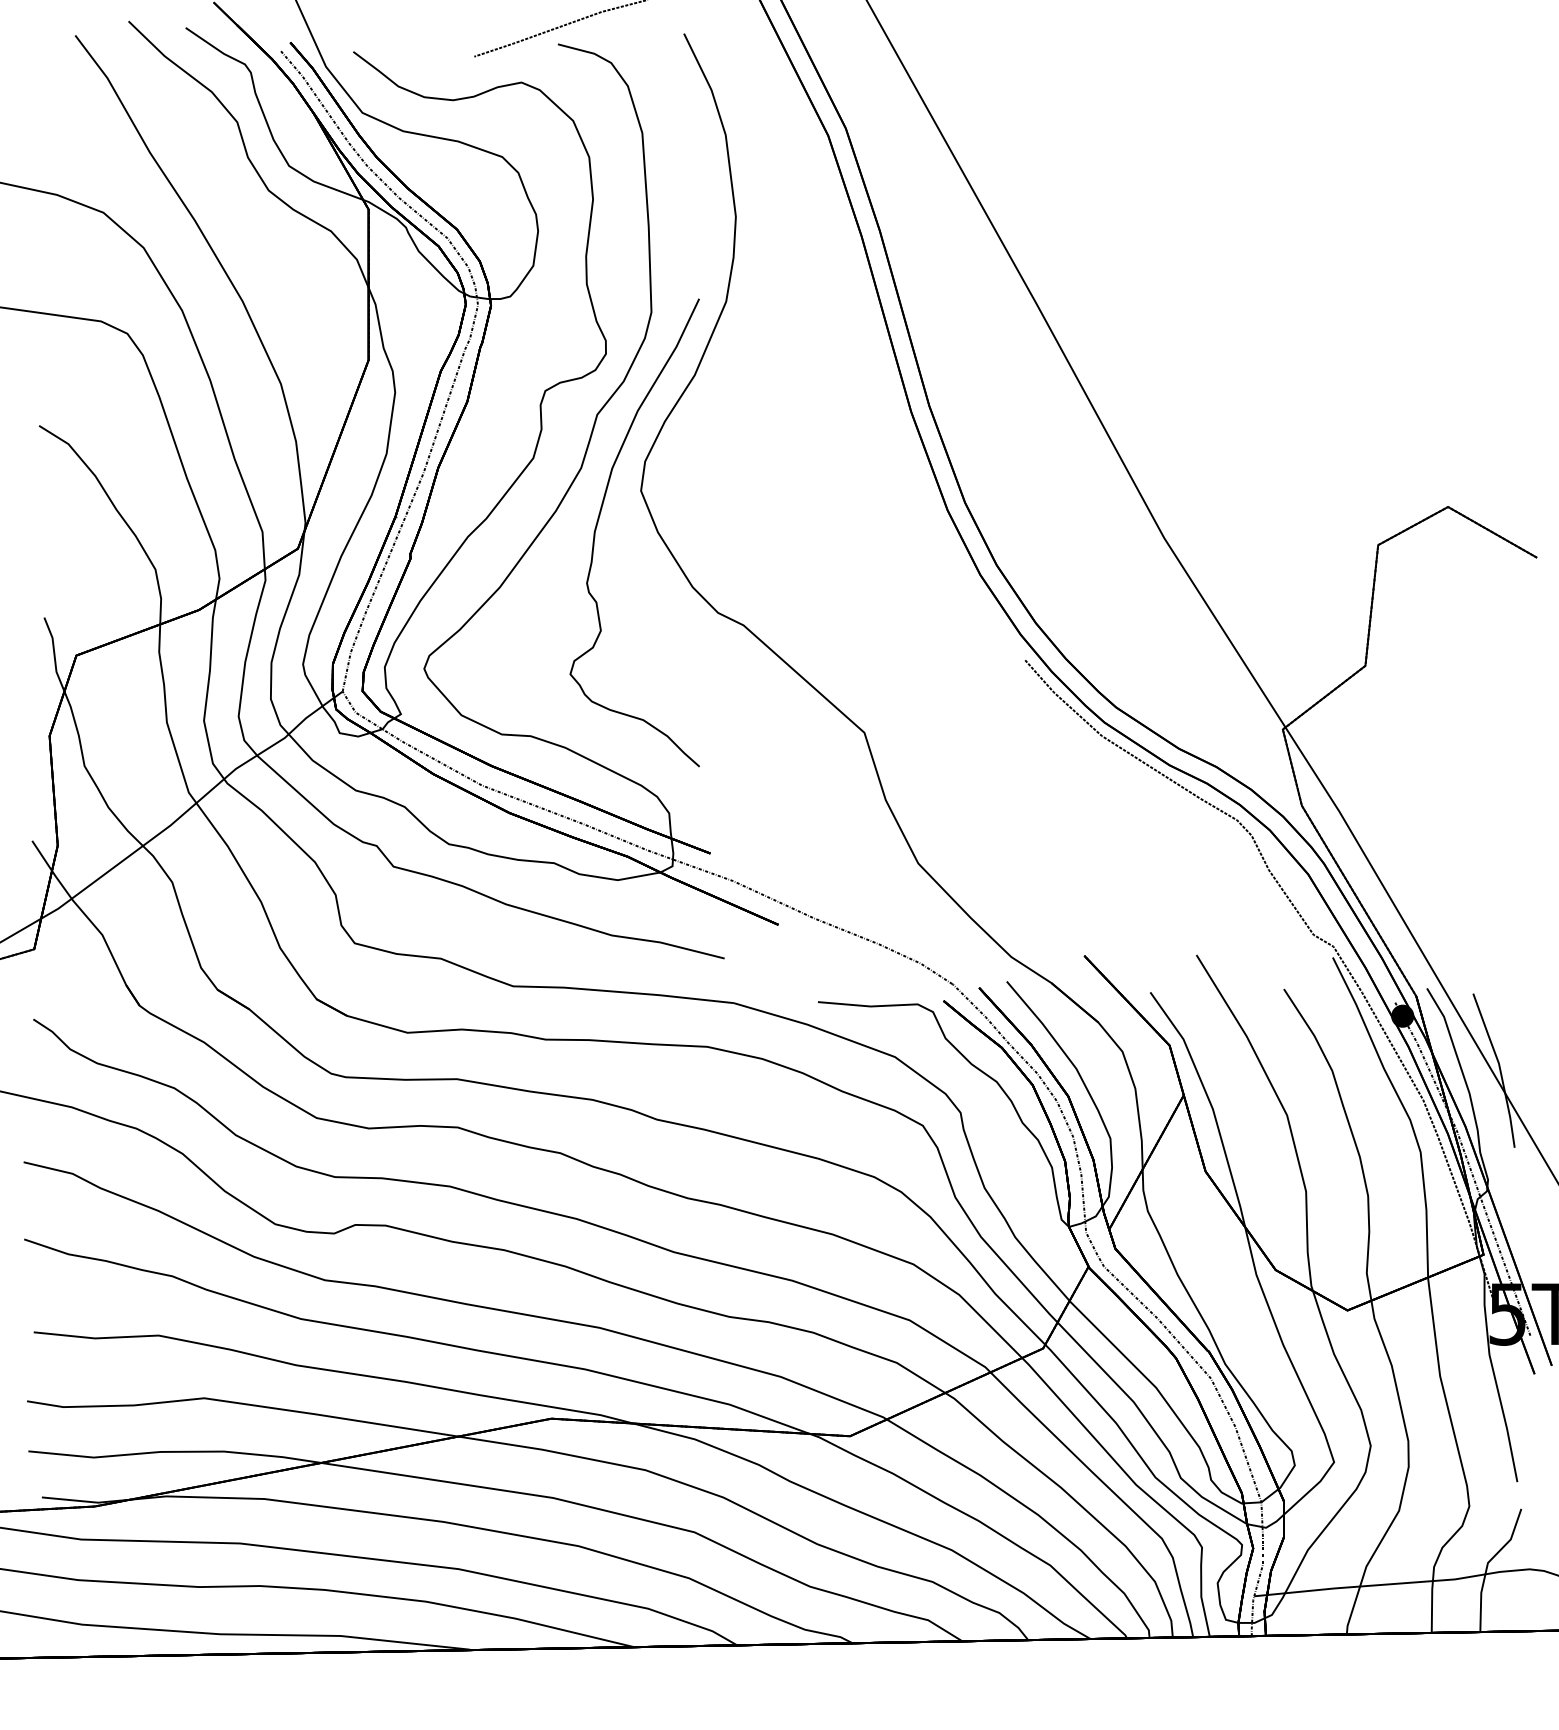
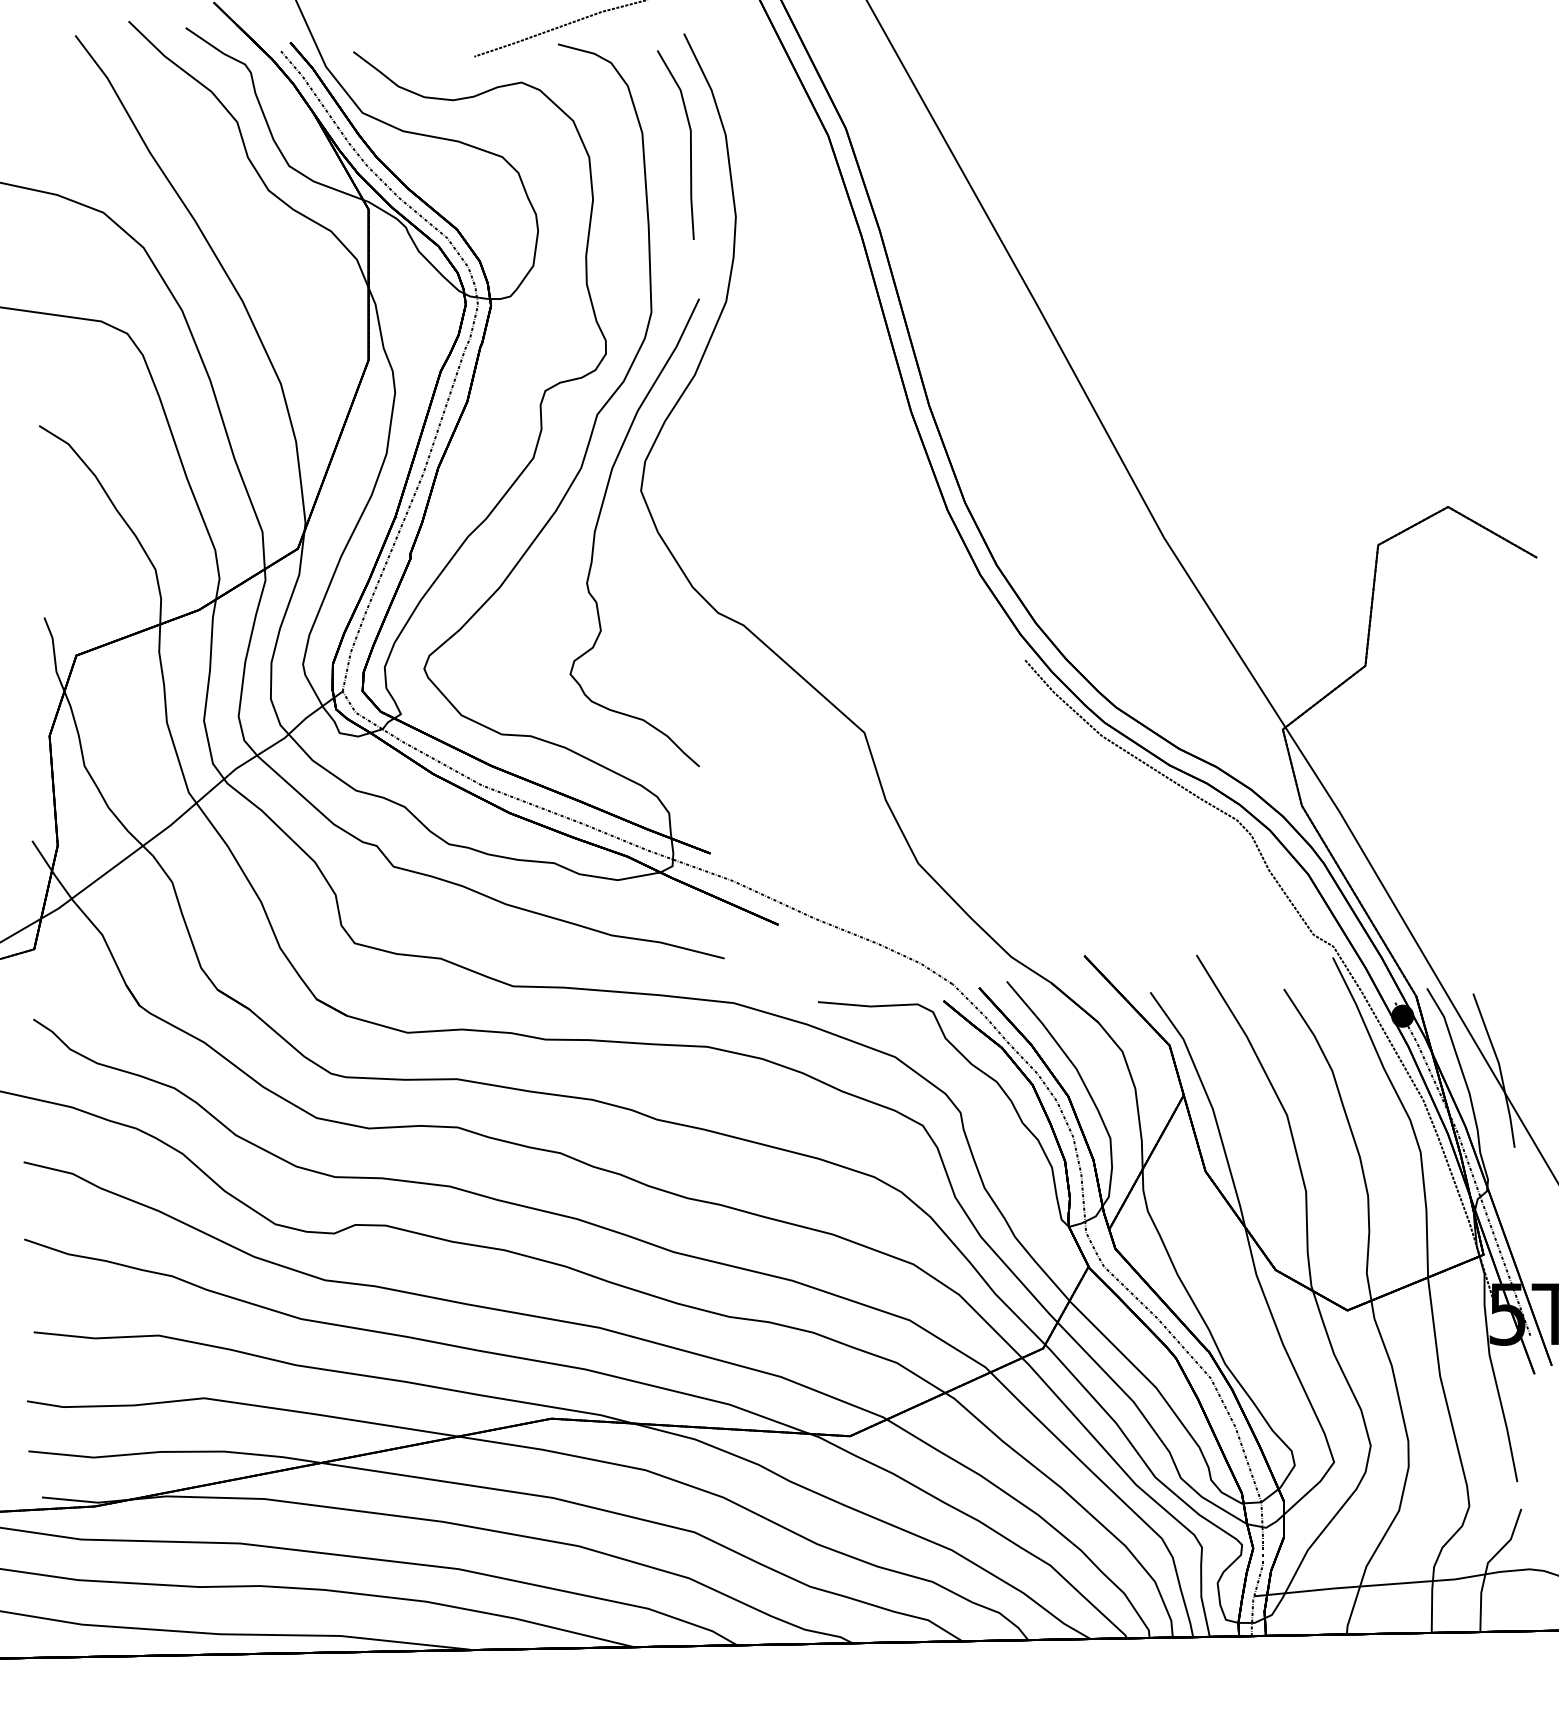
line at (690, 144): none -> present
